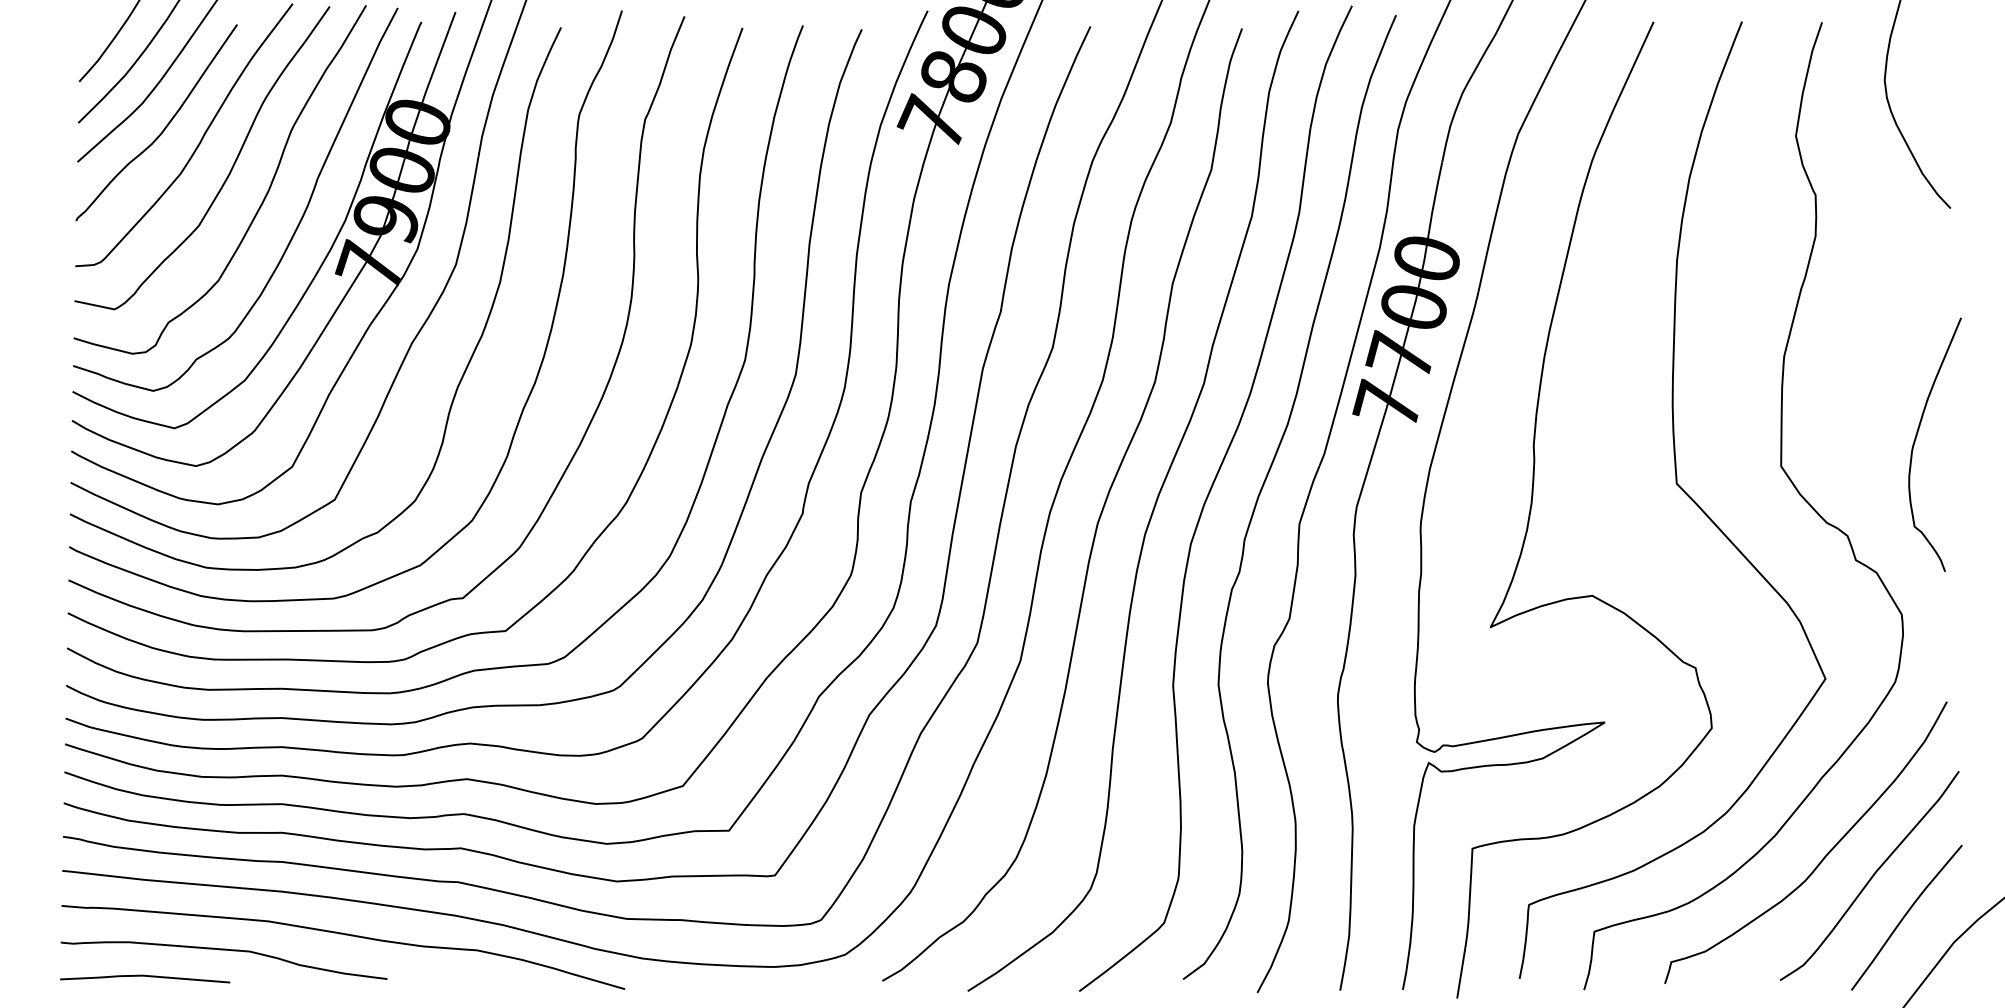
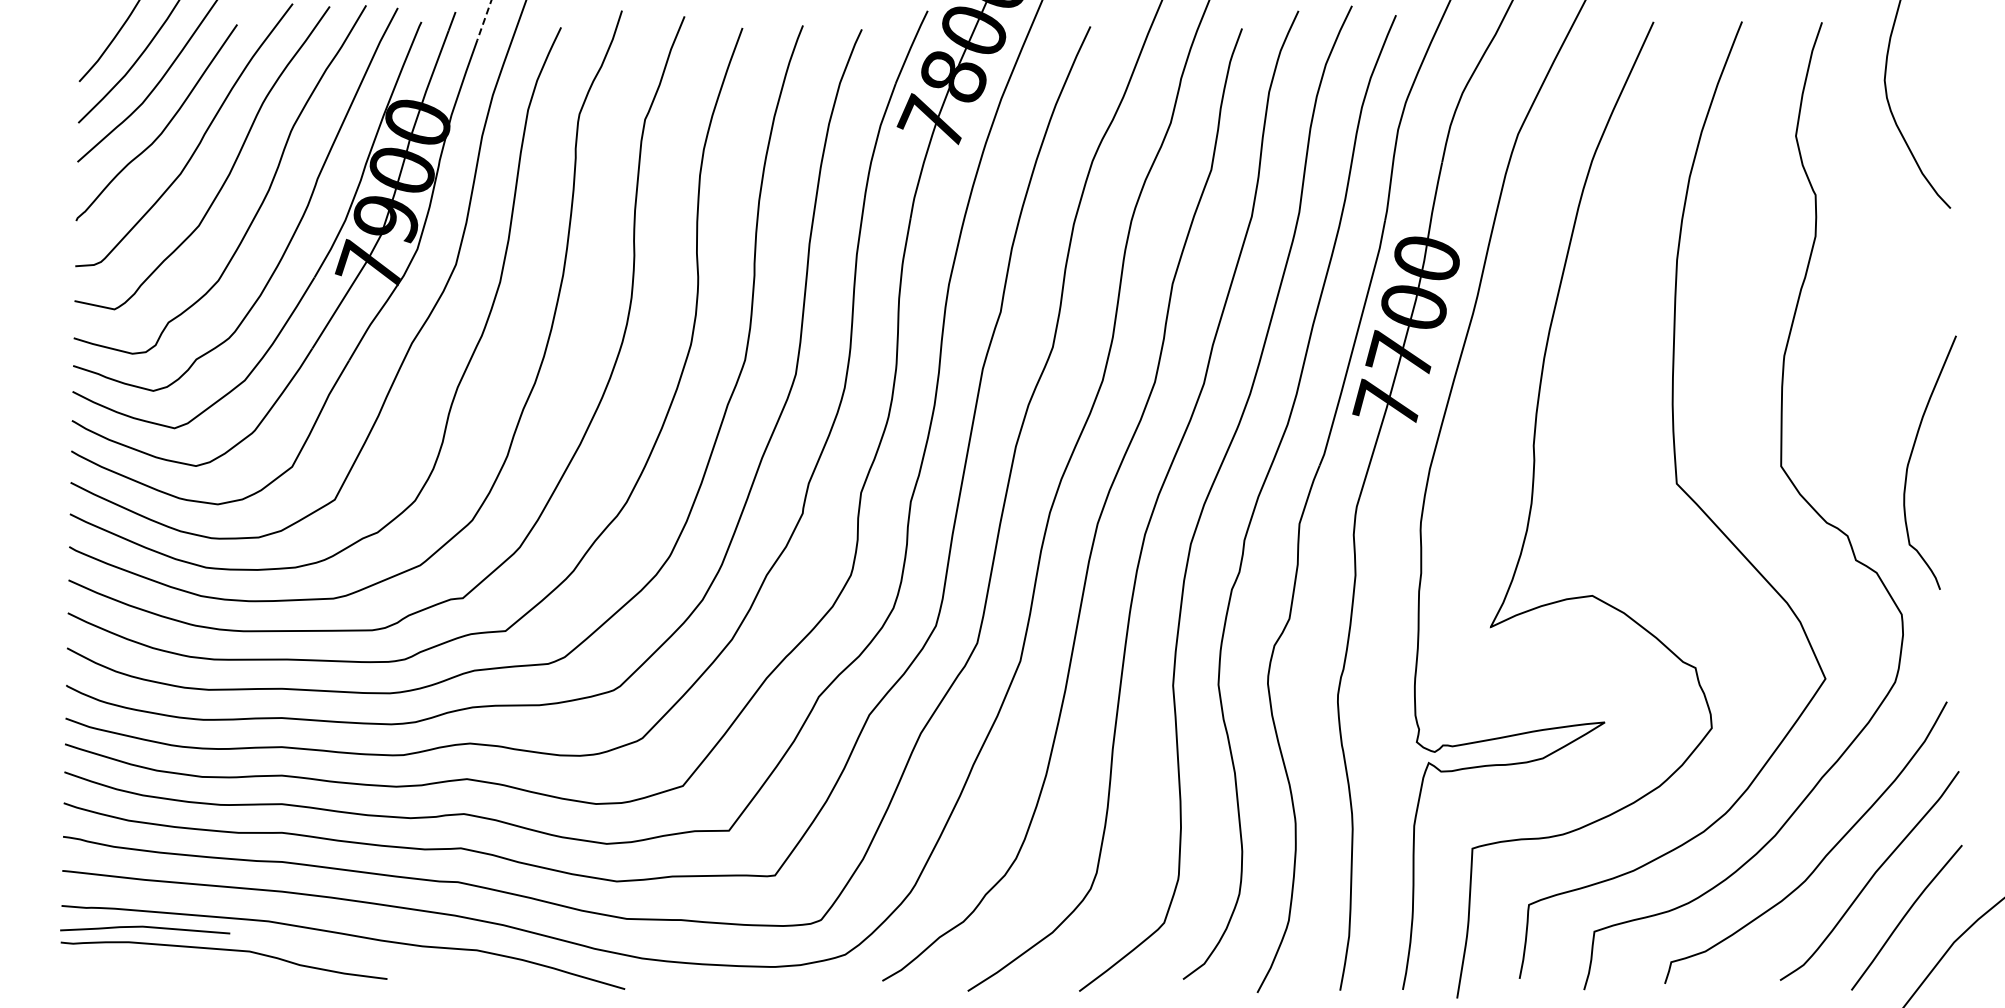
line at (484, 20): solid -> dashed
curve at (1916, 439) position: (1916, 439) -> (1911, 457)
line at (145, 976) position: (145, 976) -> (145, 927)
